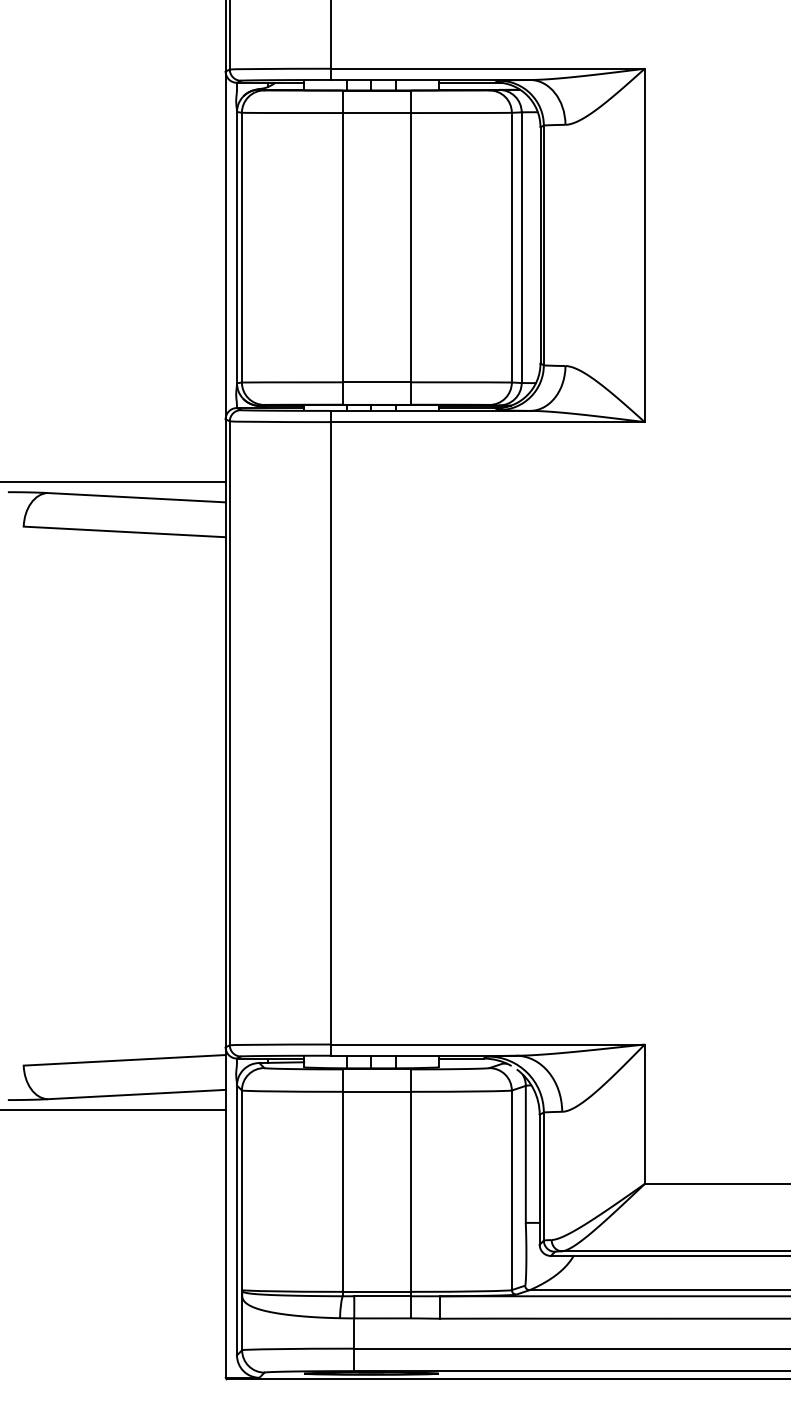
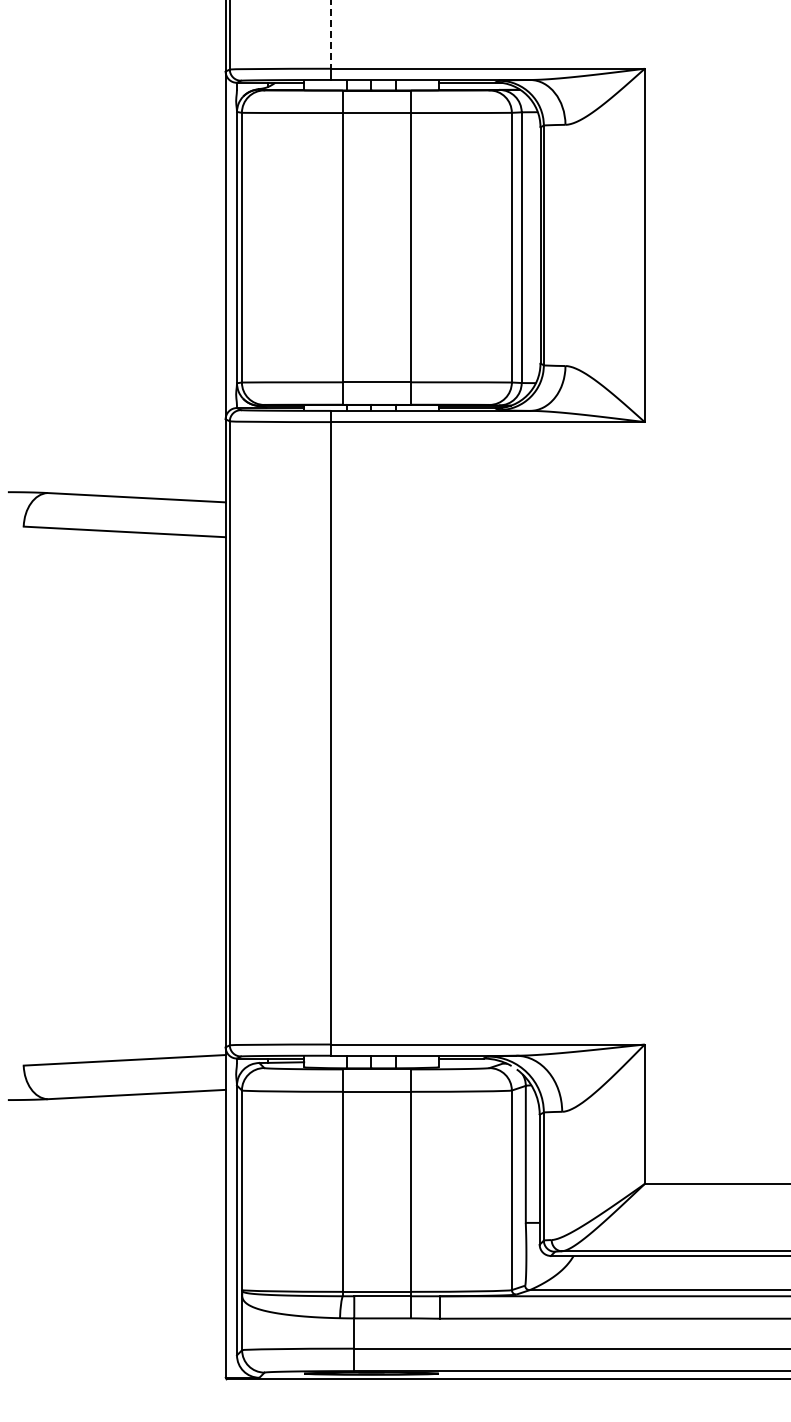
line at (330, 34): solid -> dashed
line at (113, 482): present -> none
line at (113, 1110): present -> none
